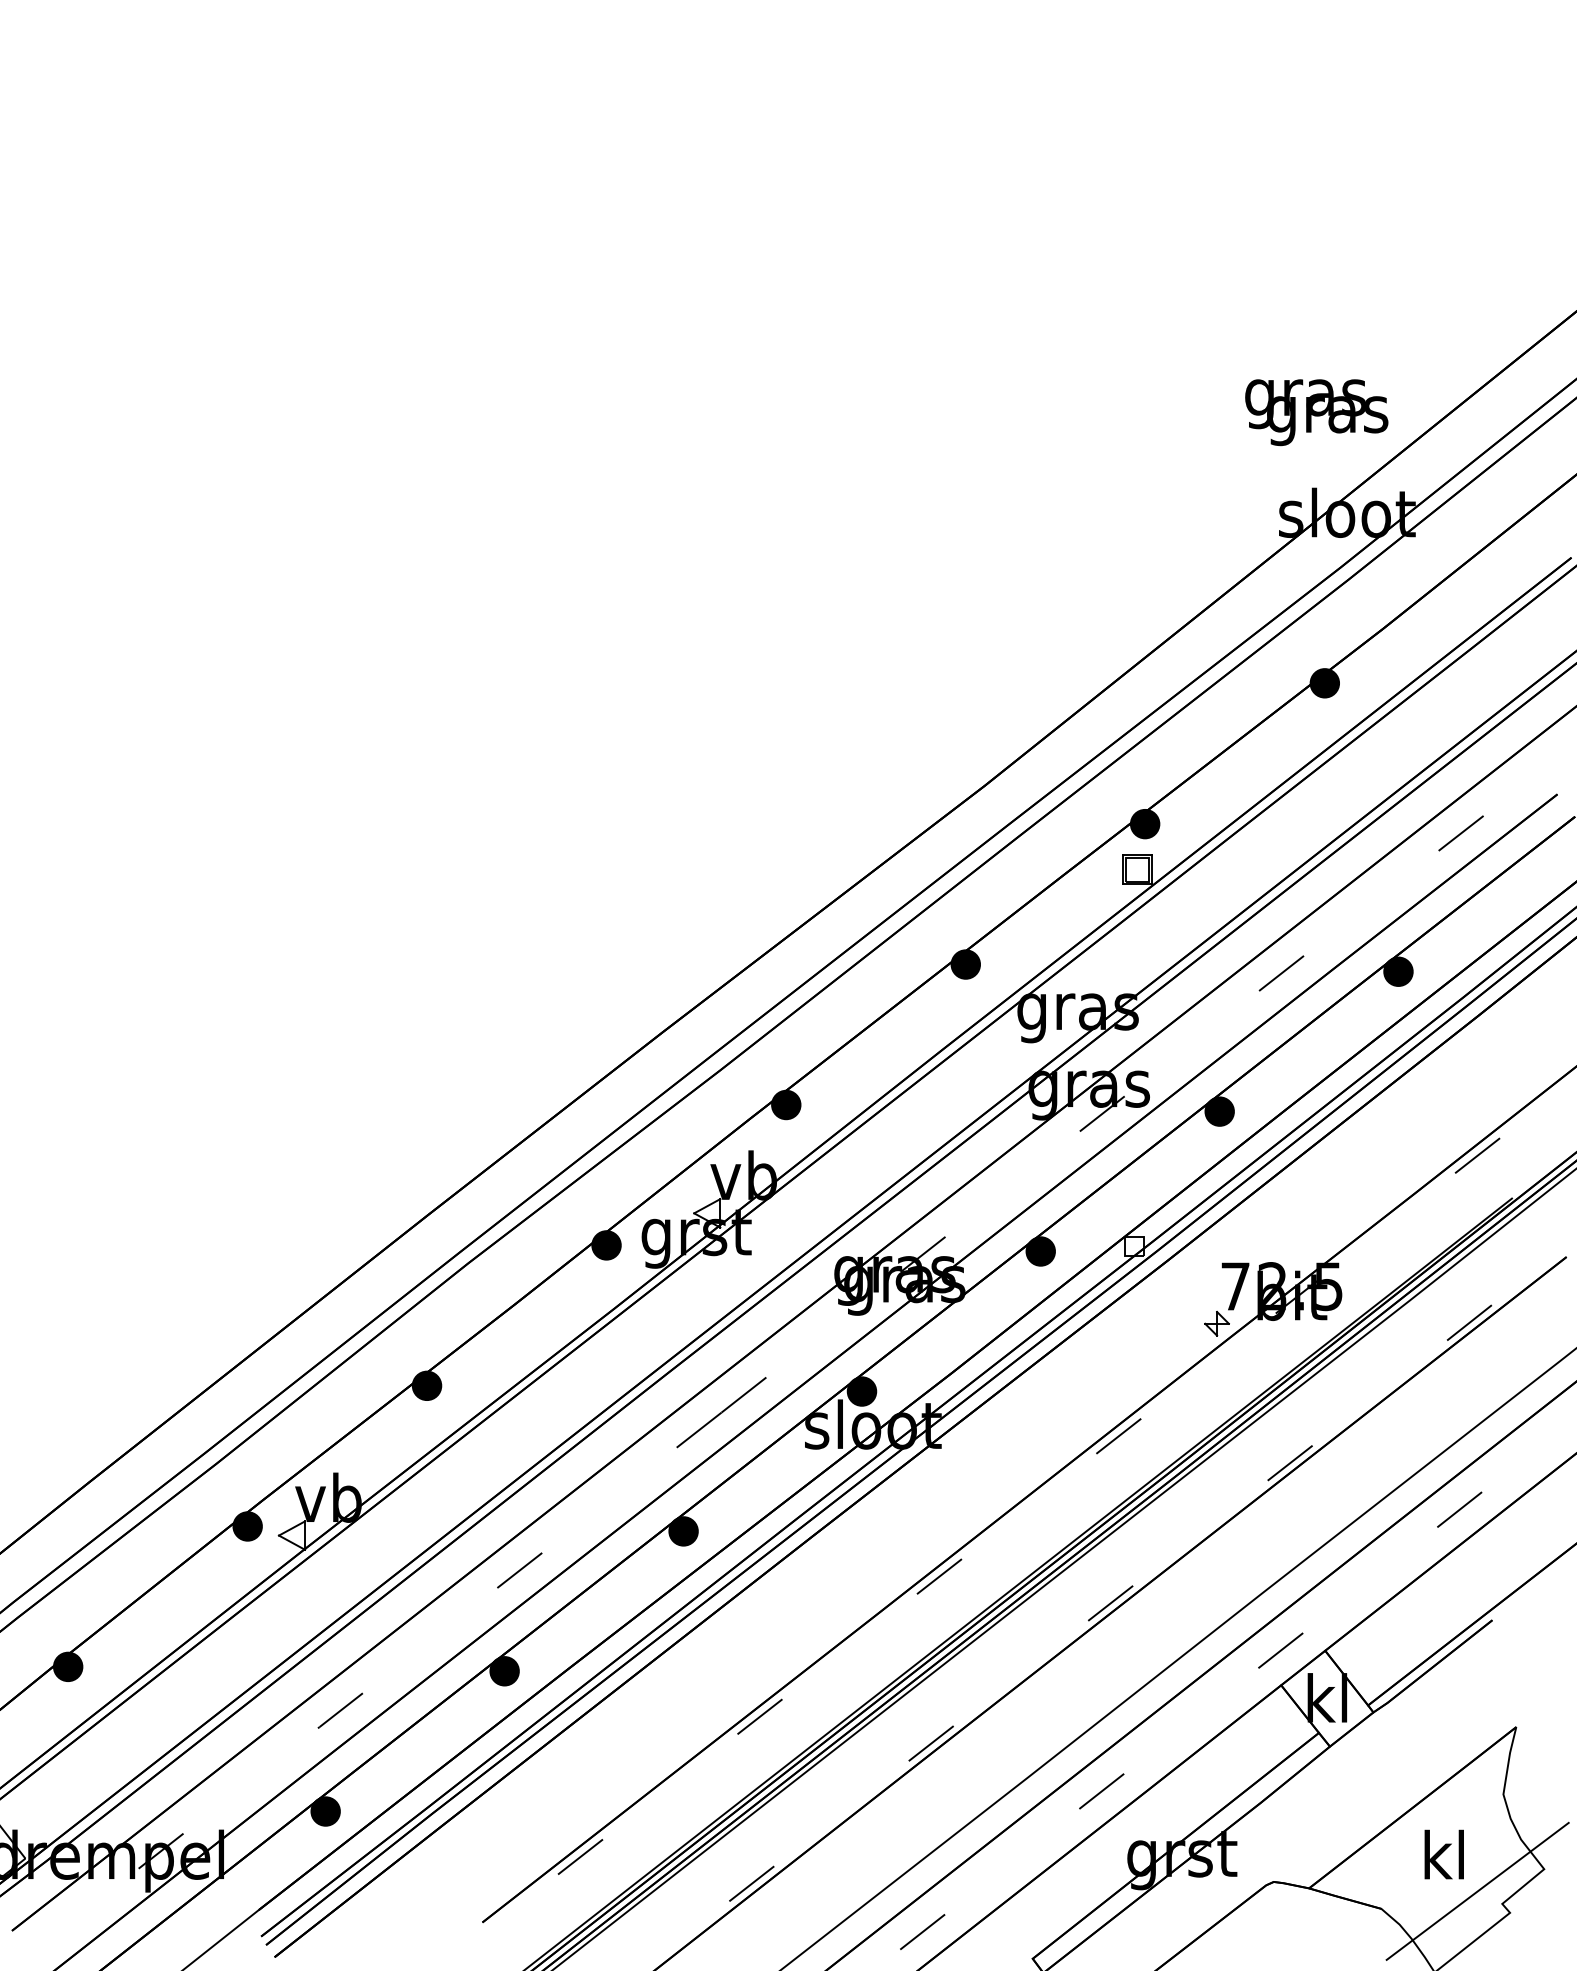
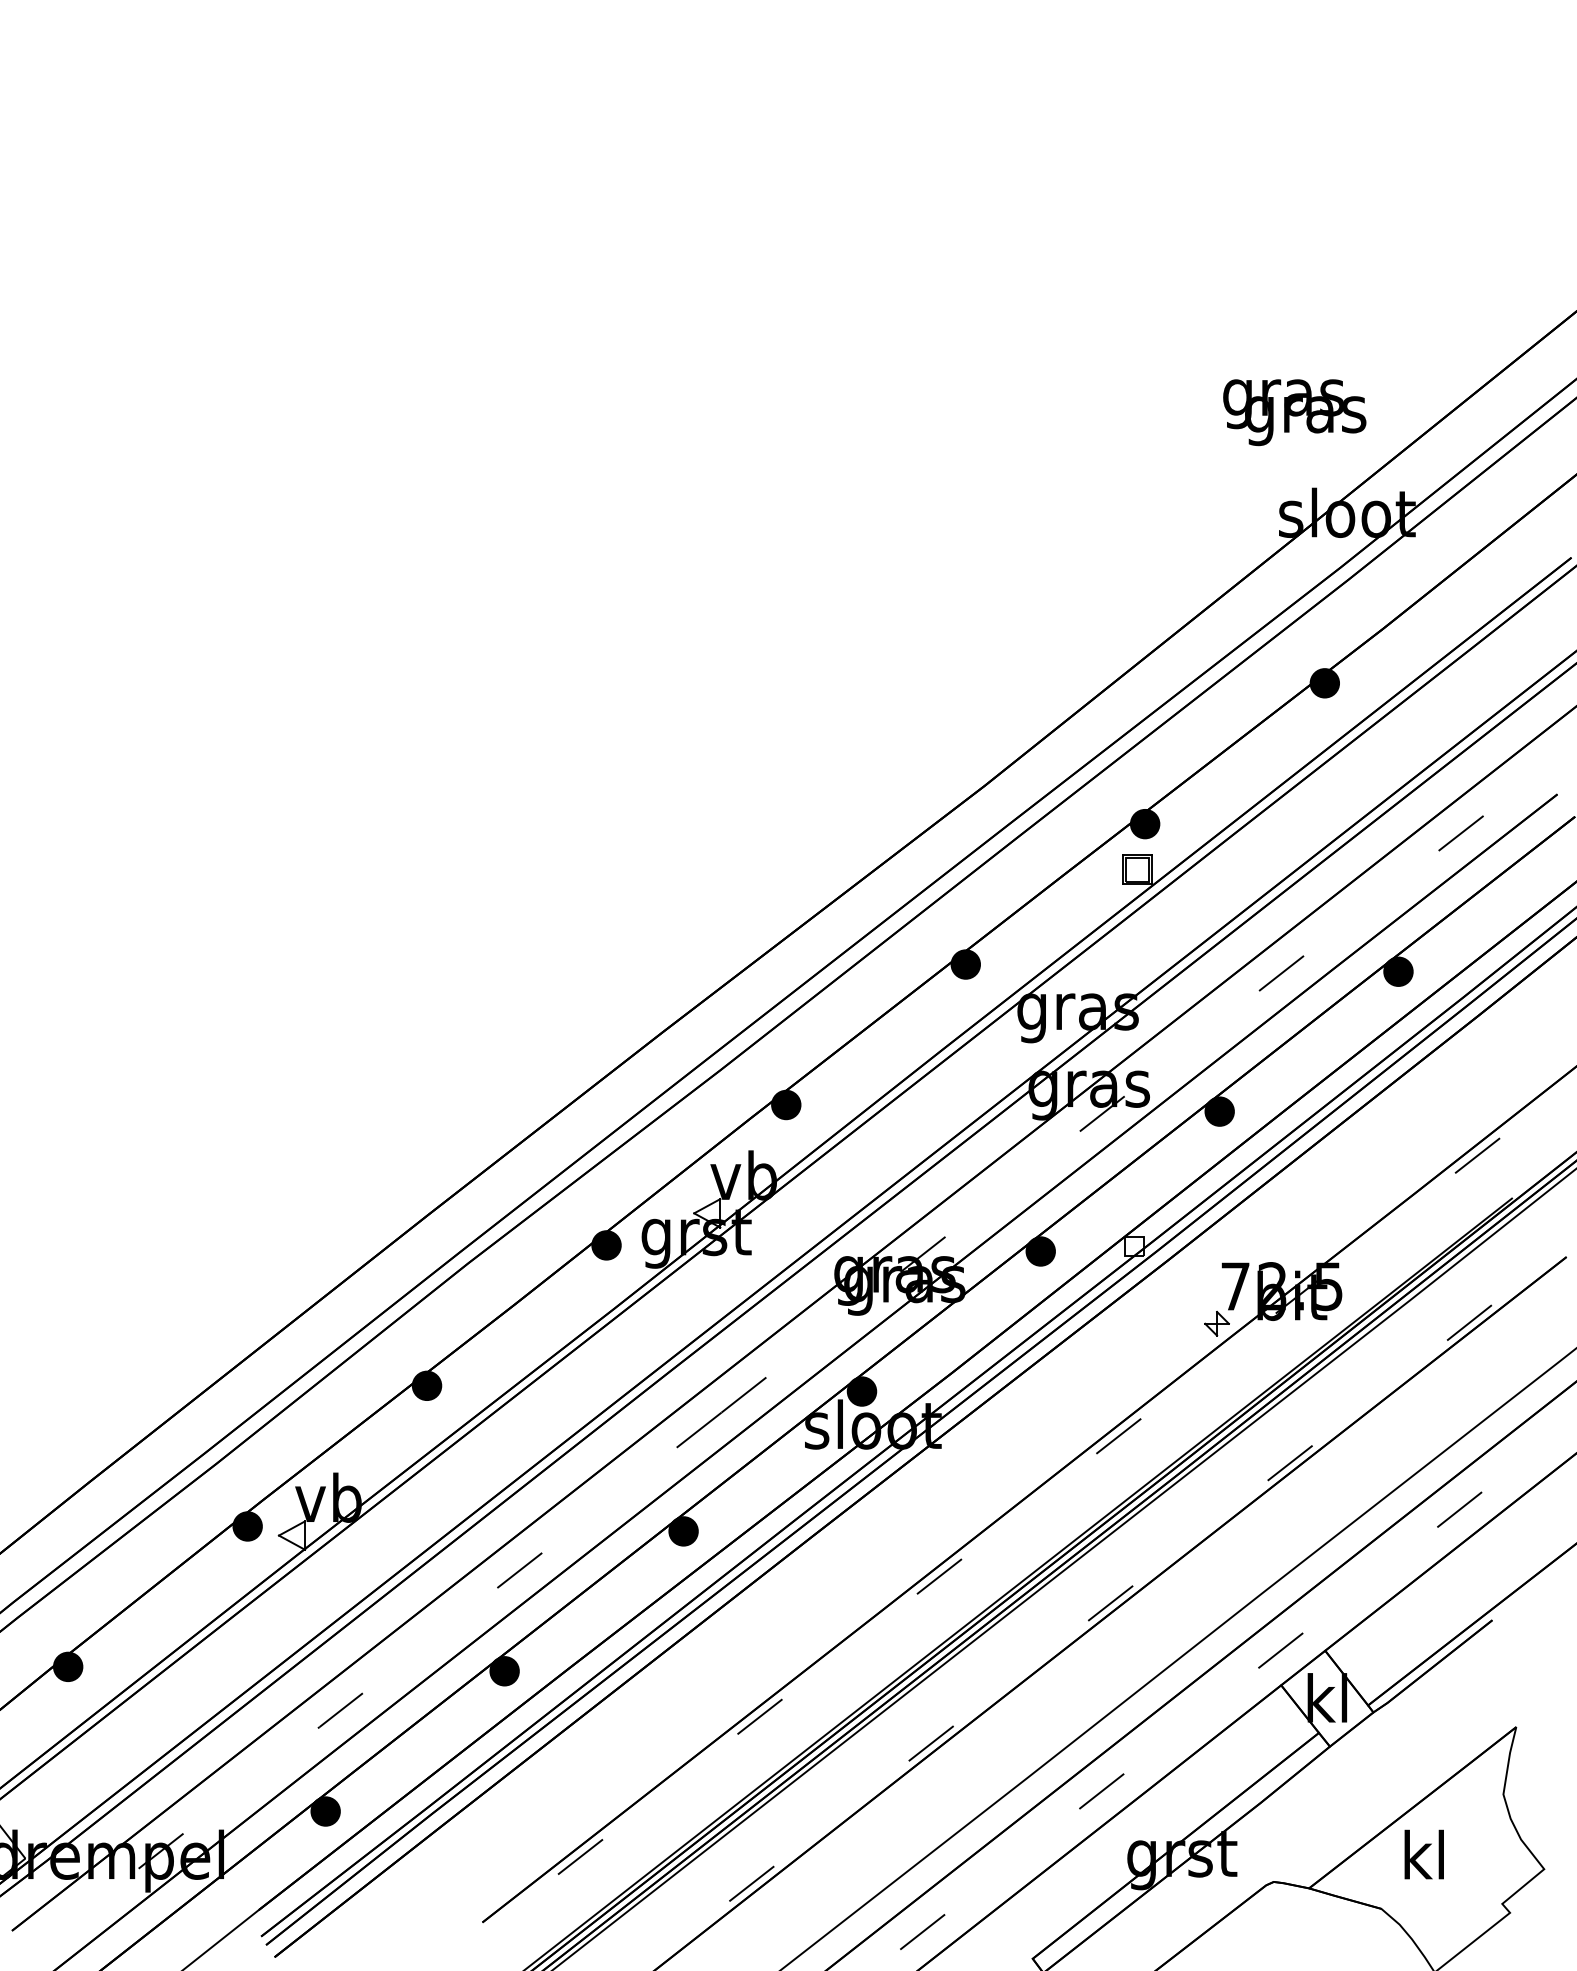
text at (1316, 412) position: (1316, 412) -> (1294, 412)
text at (1443, 1854) position: (1443, 1854) -> (1423, 1854)
line at (1477, 1890): present -> none
